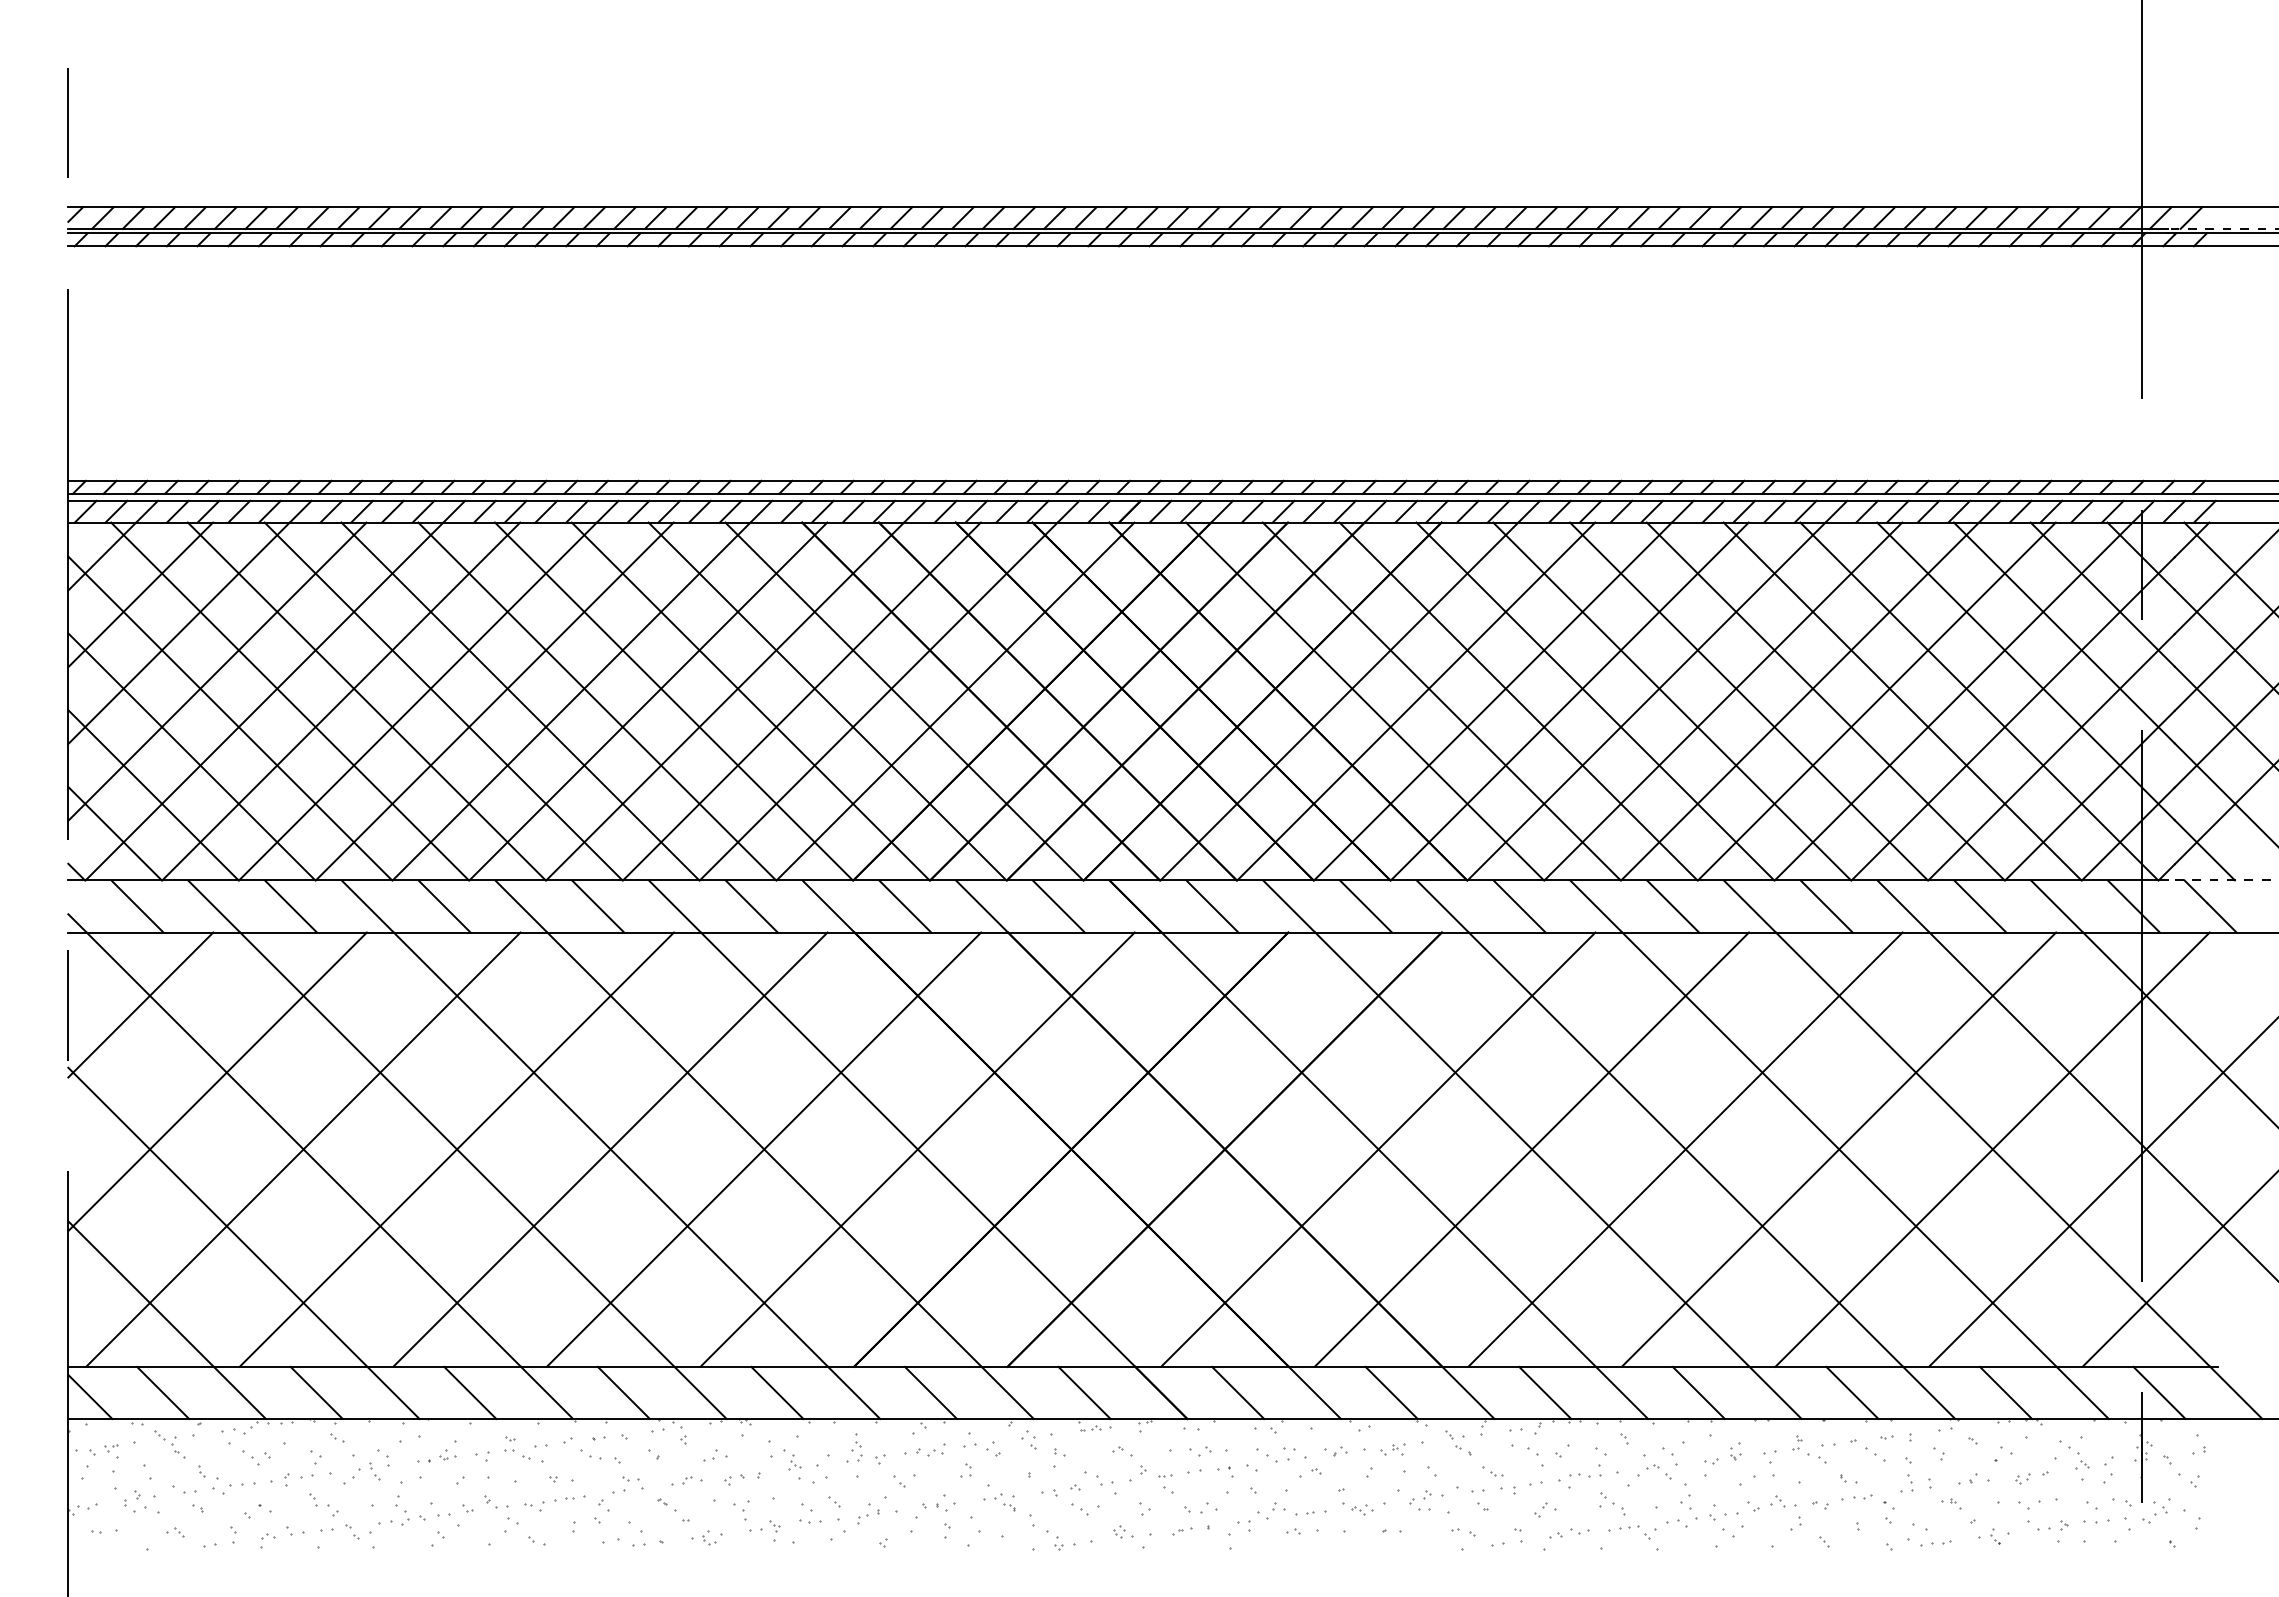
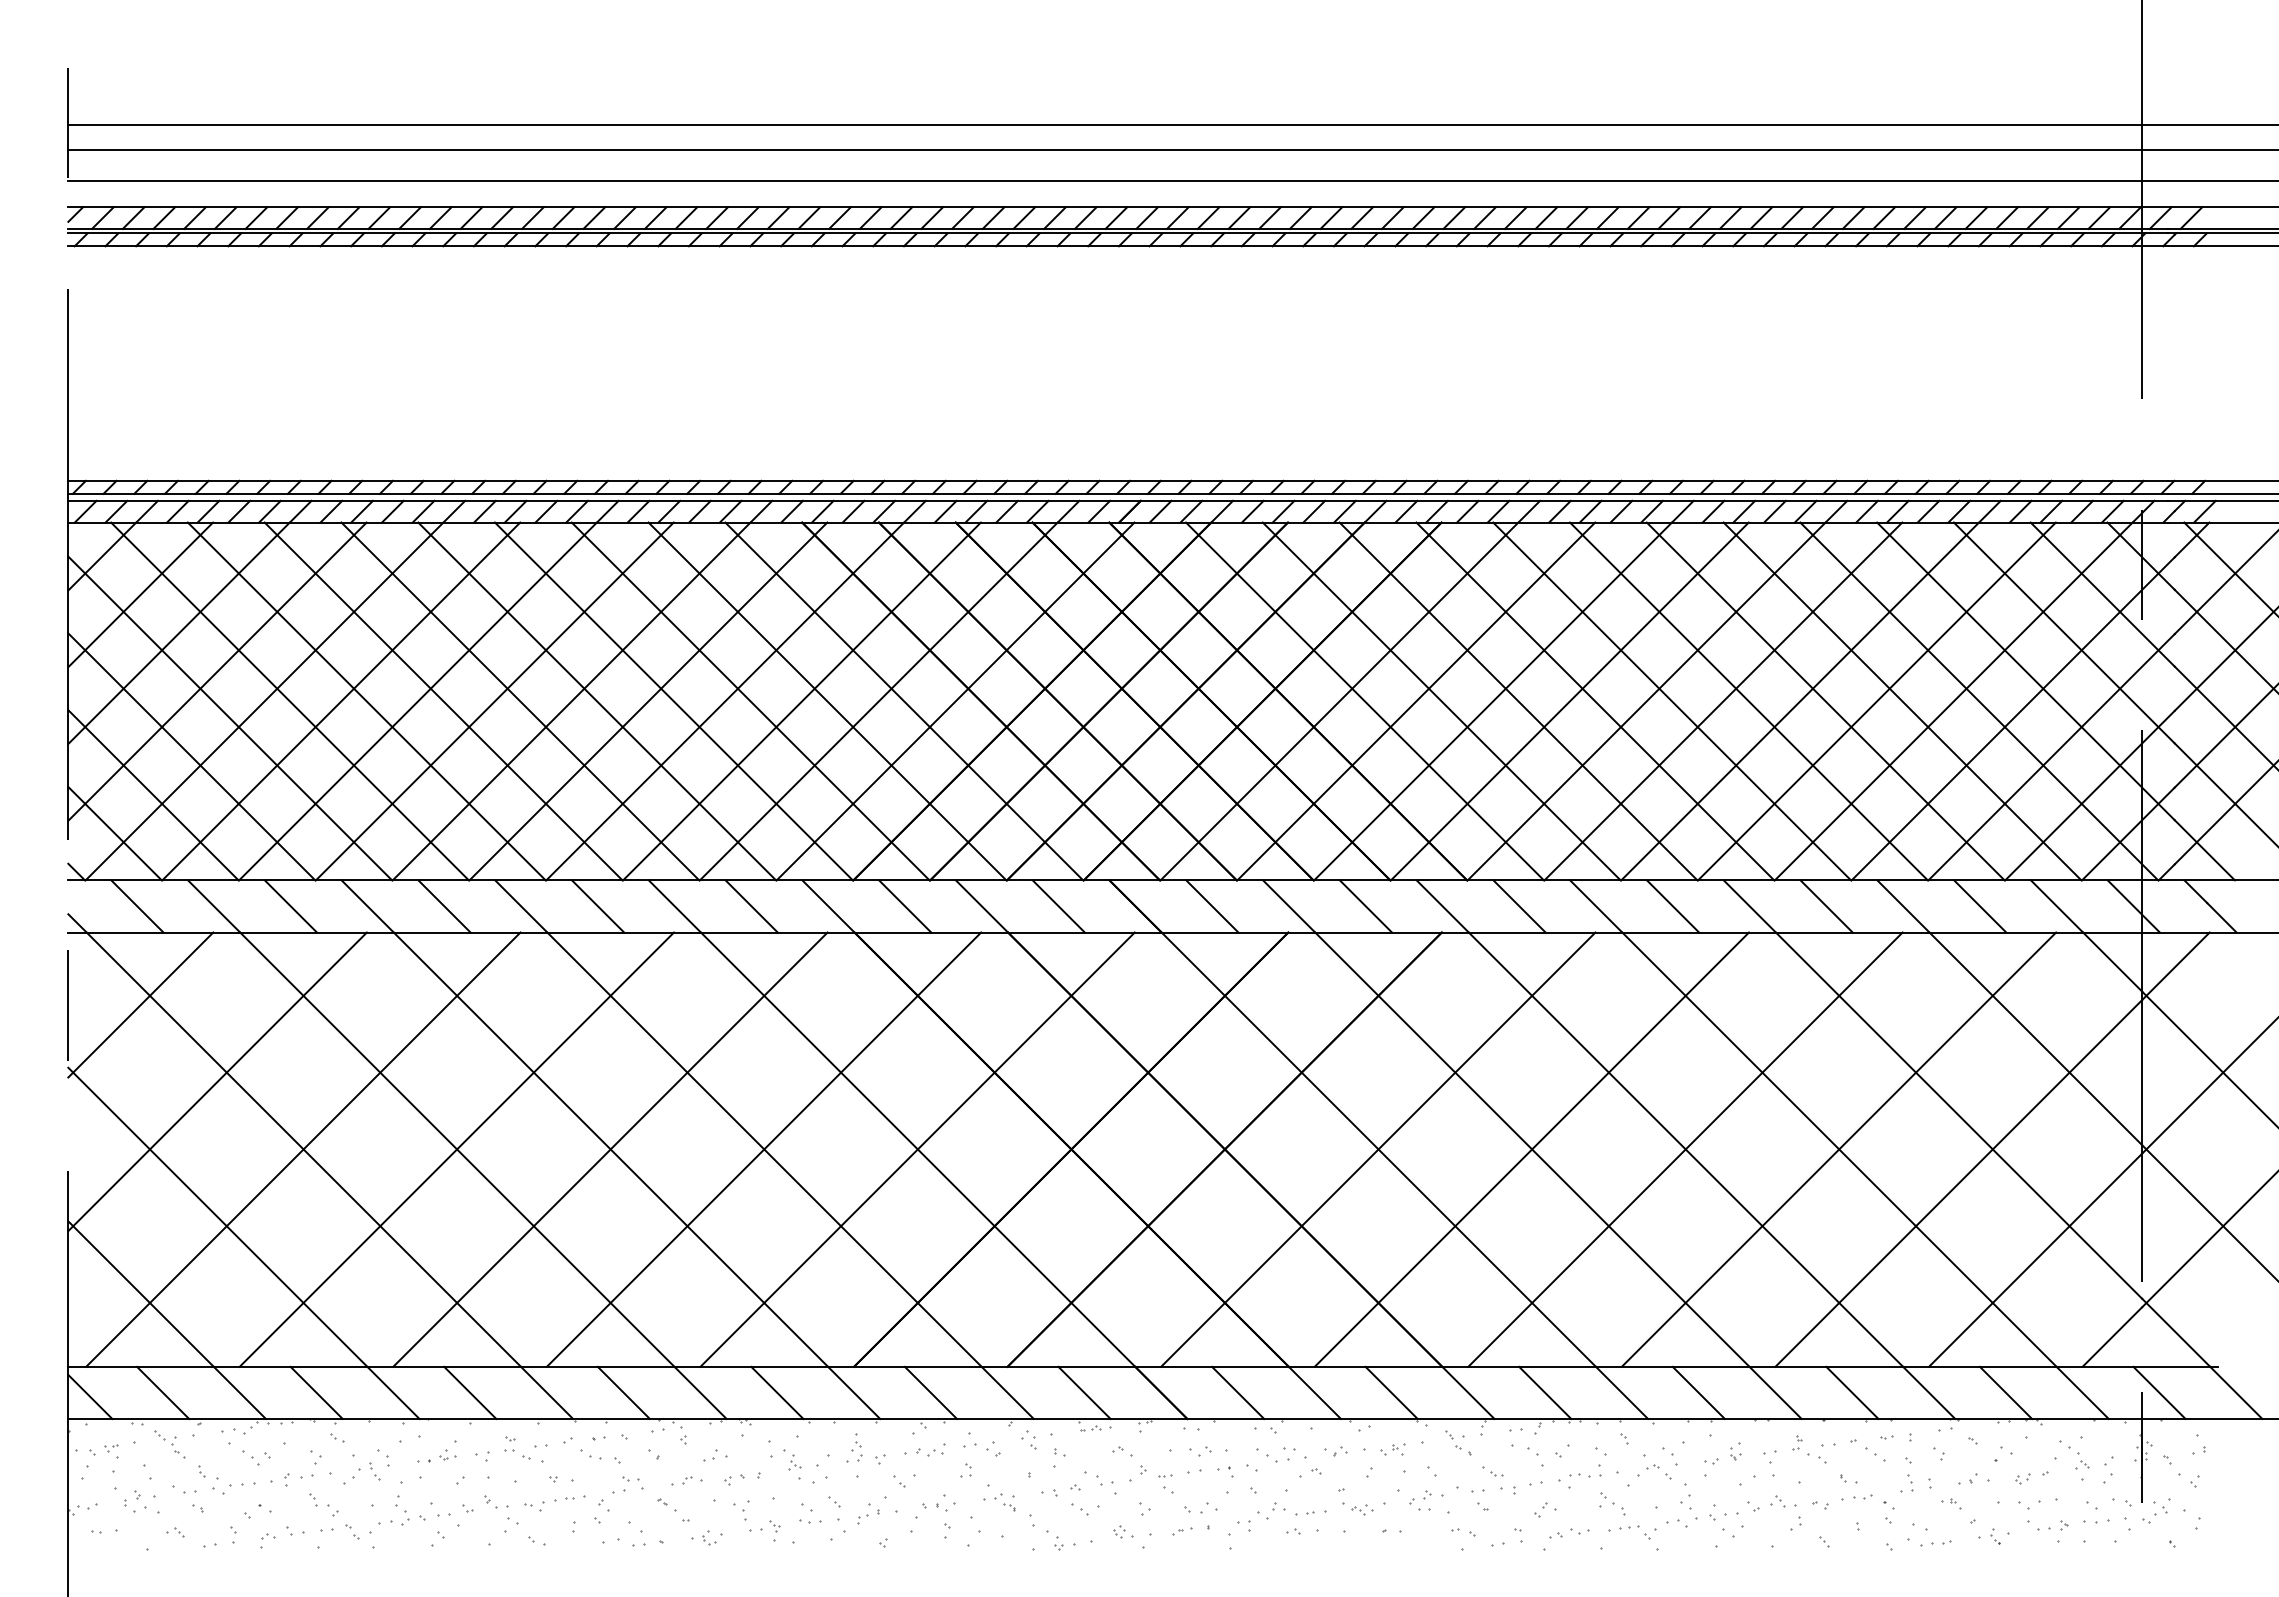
line at (1171, 124): none -> present
line at (1171, 149): none -> present
line at (1171, 181): none -> present
line at (2223, 228): dashed -> solid
line at (2223, 880): dashed -> solid
